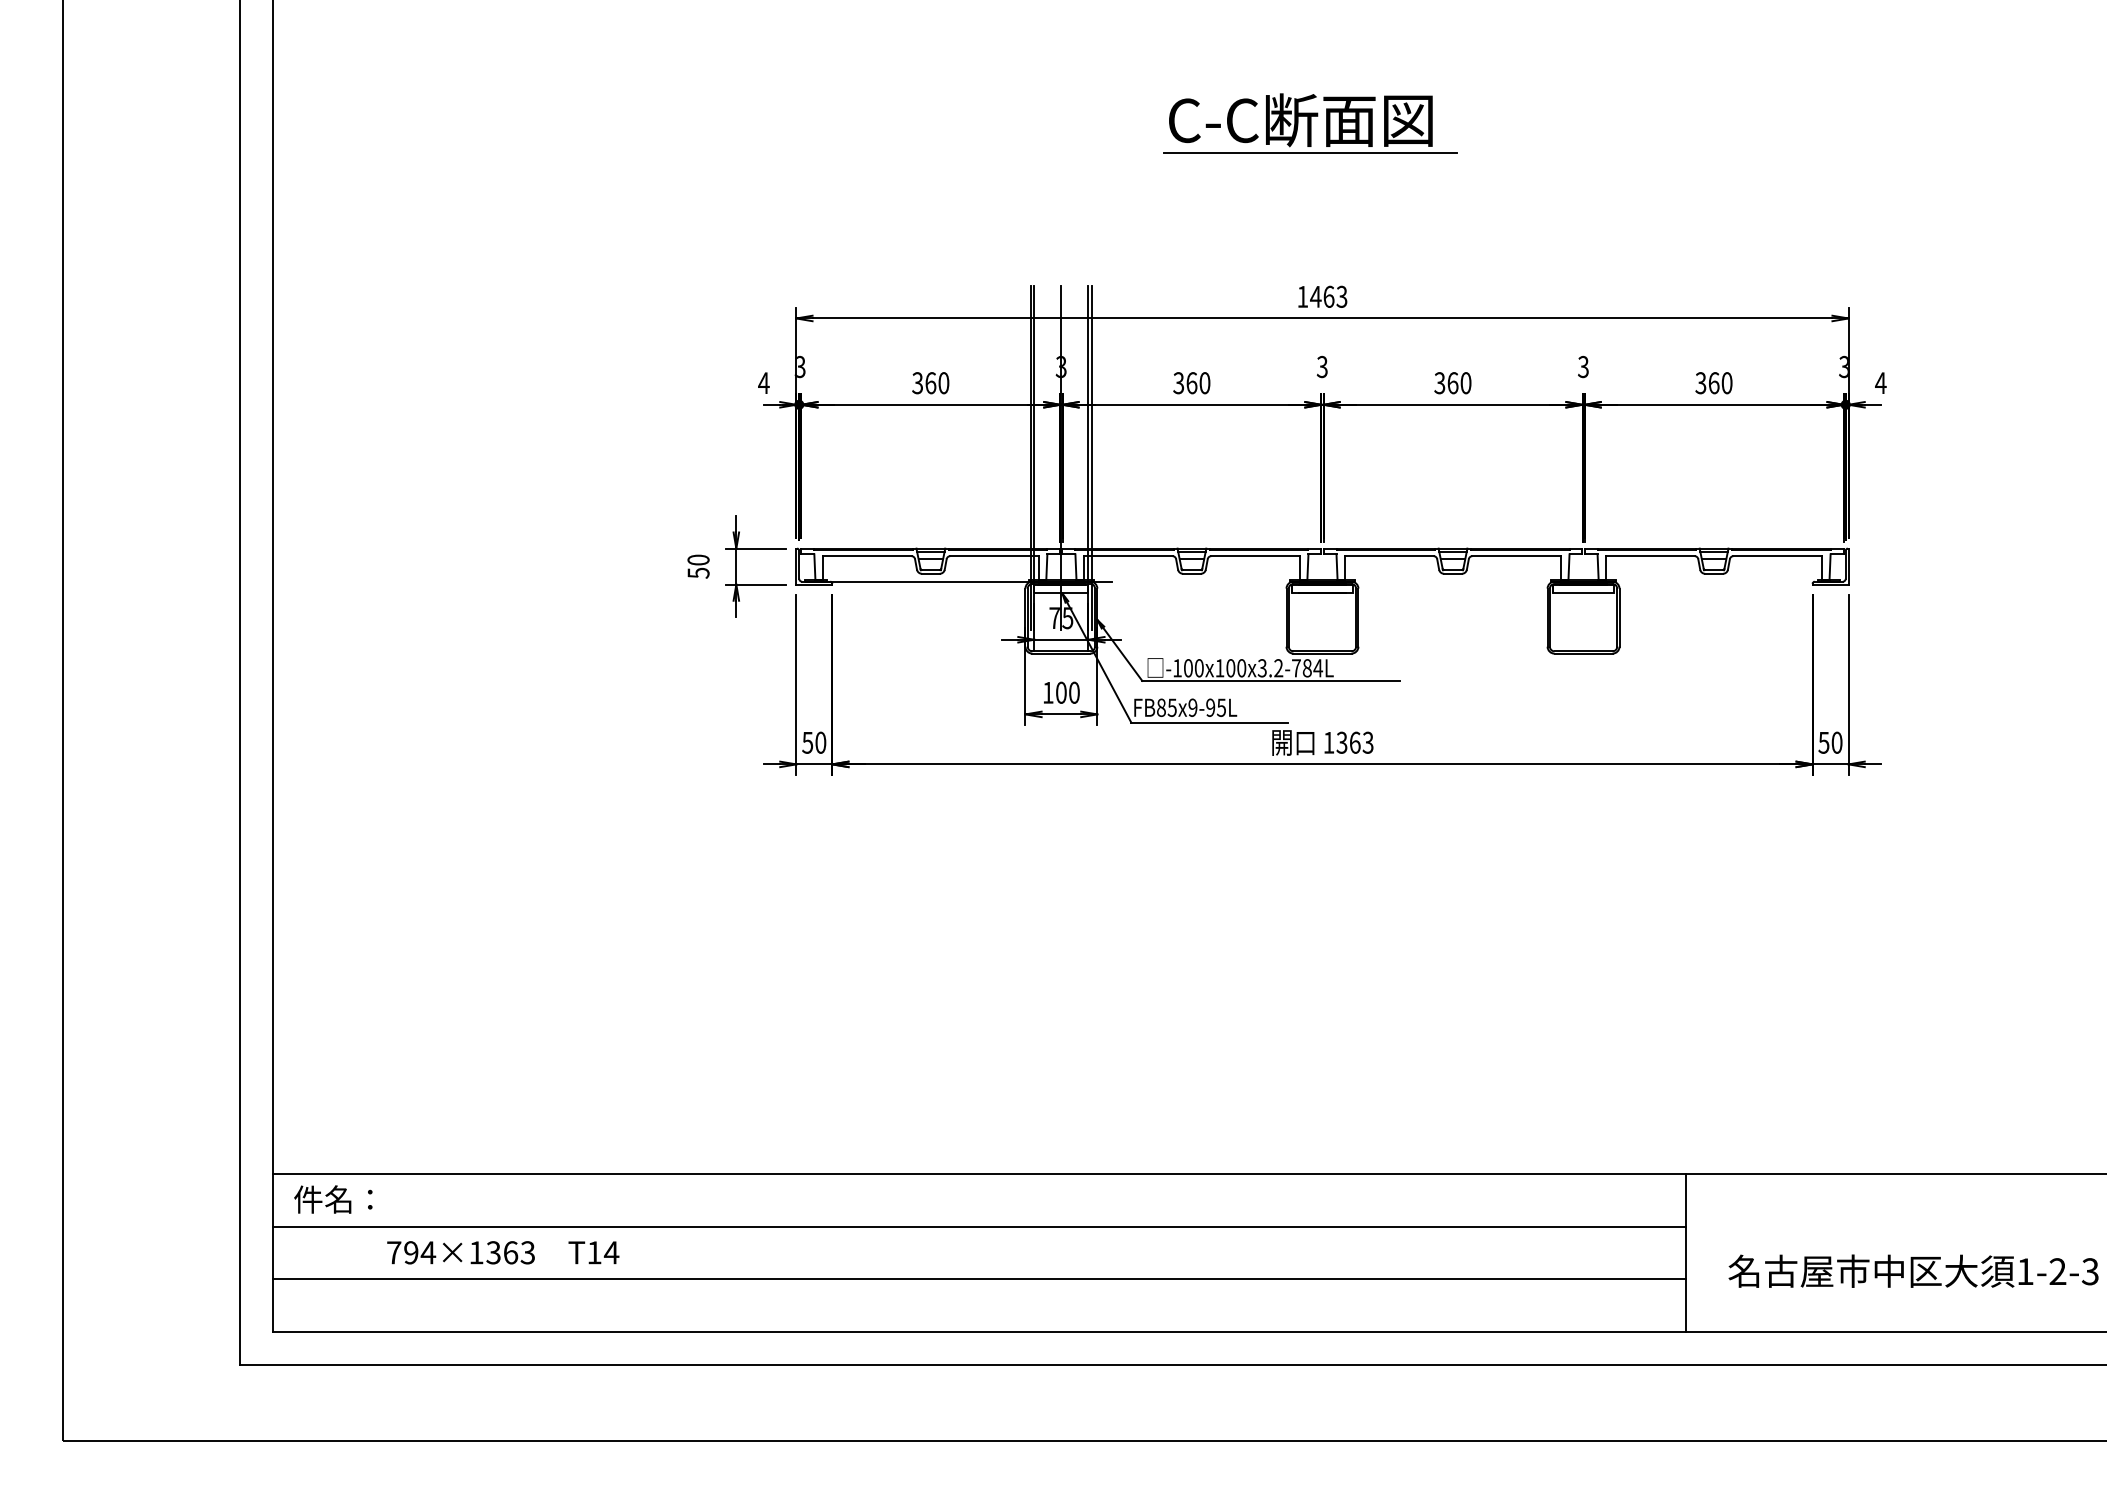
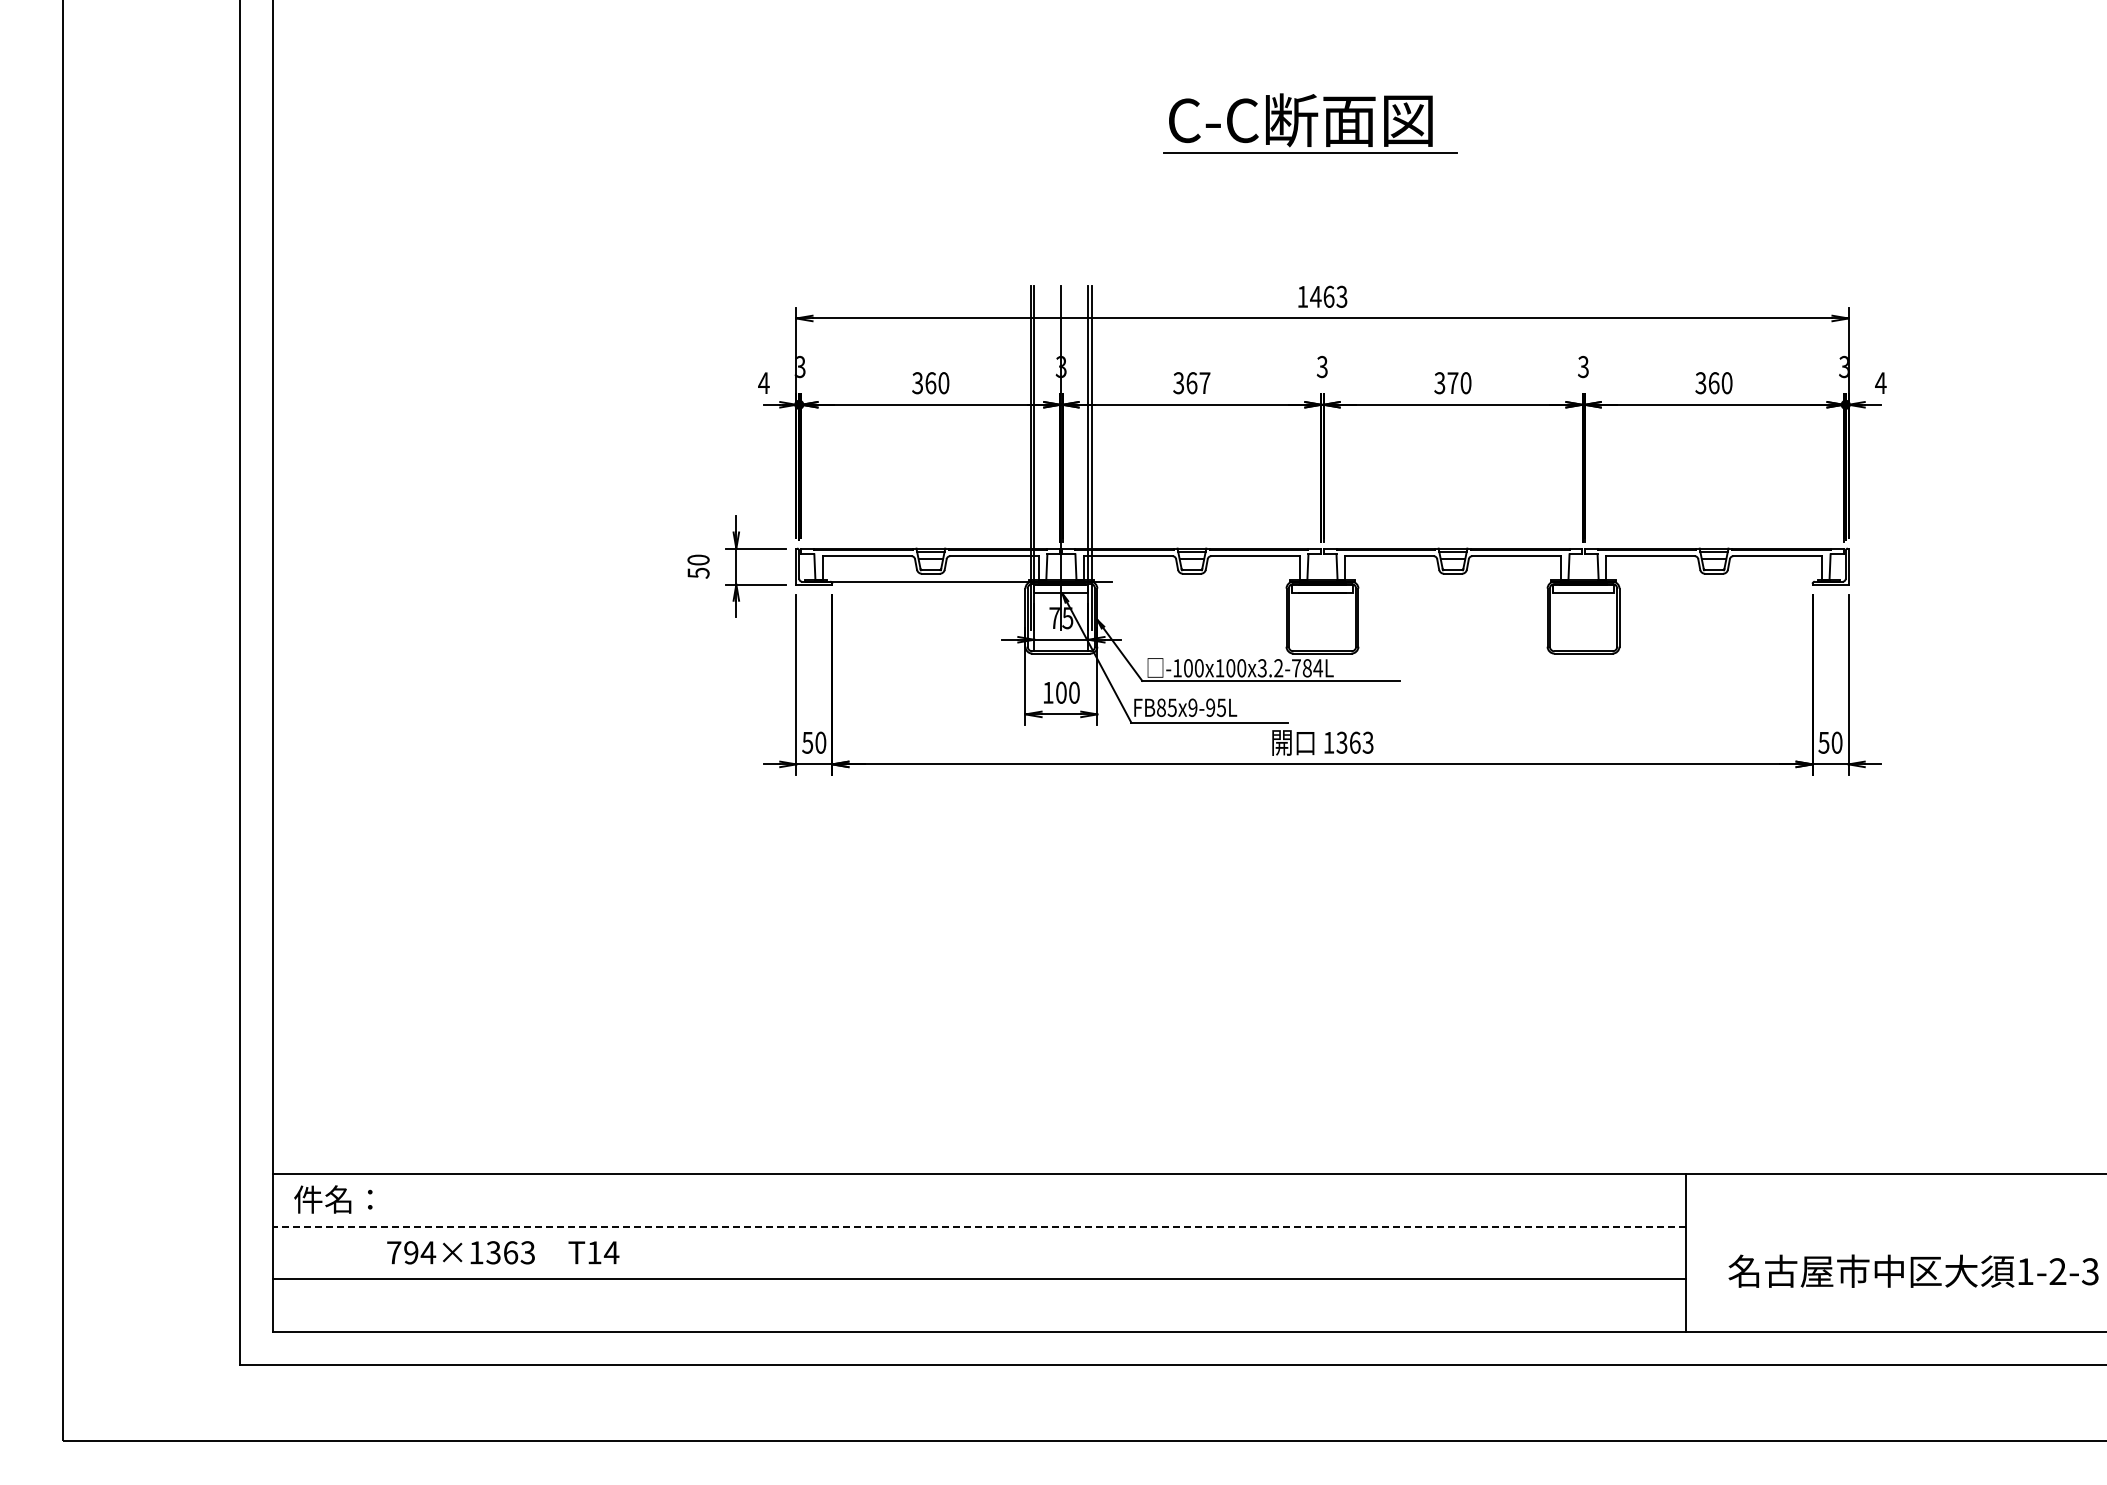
text at (1204, 383): 360 -> 367
text at (1452, 383): 360 -> 370
line at (978, 1226): solid -> dashed
